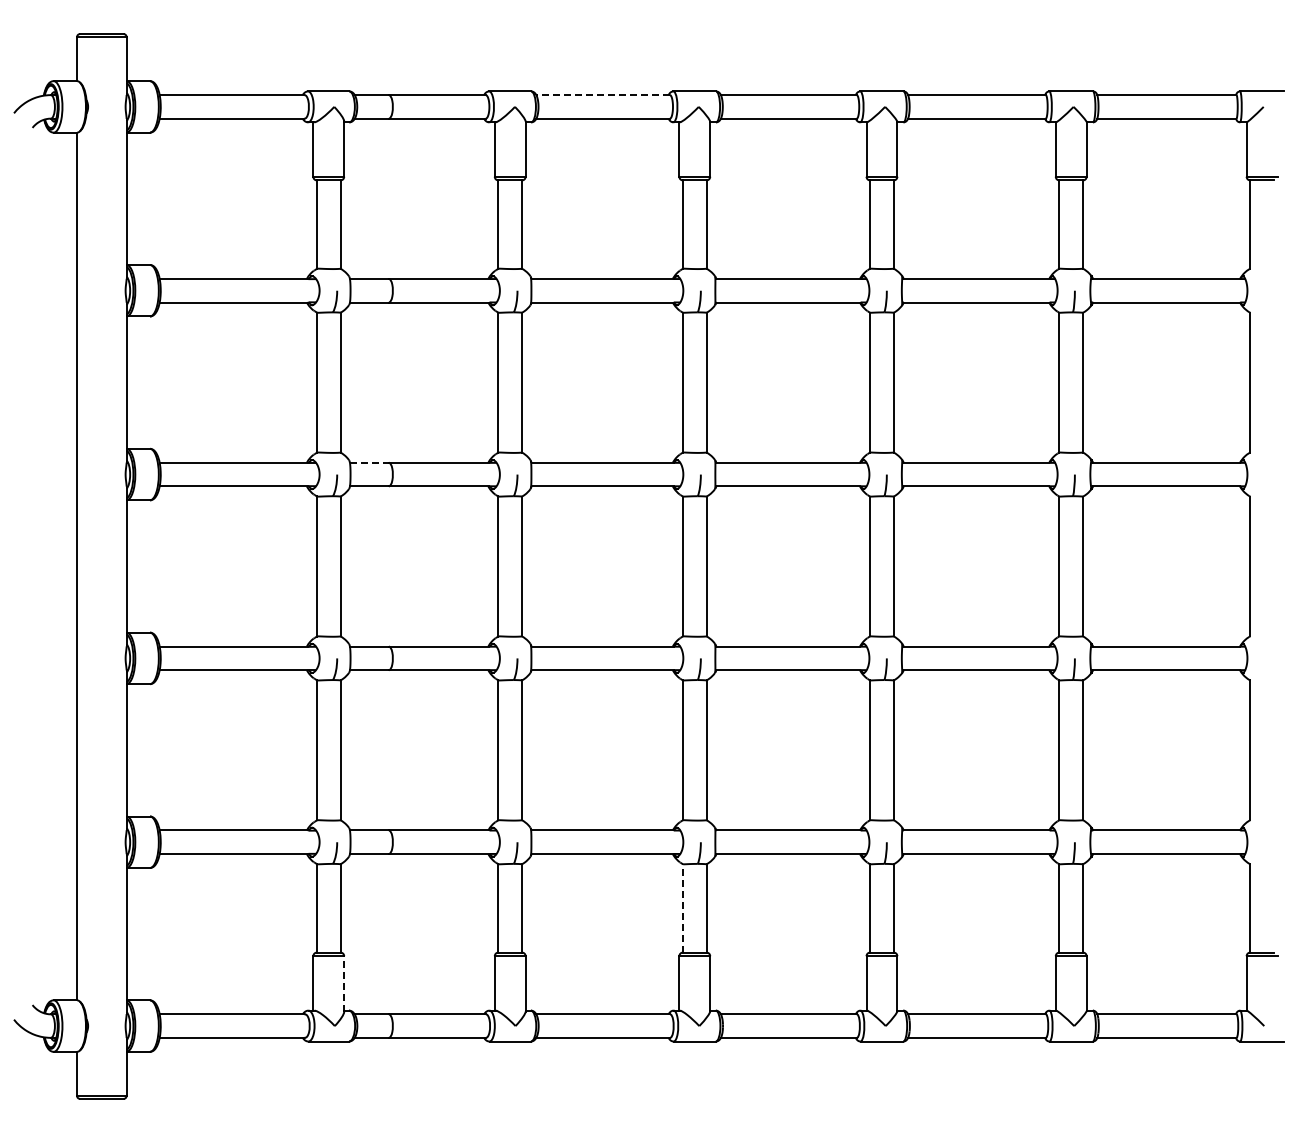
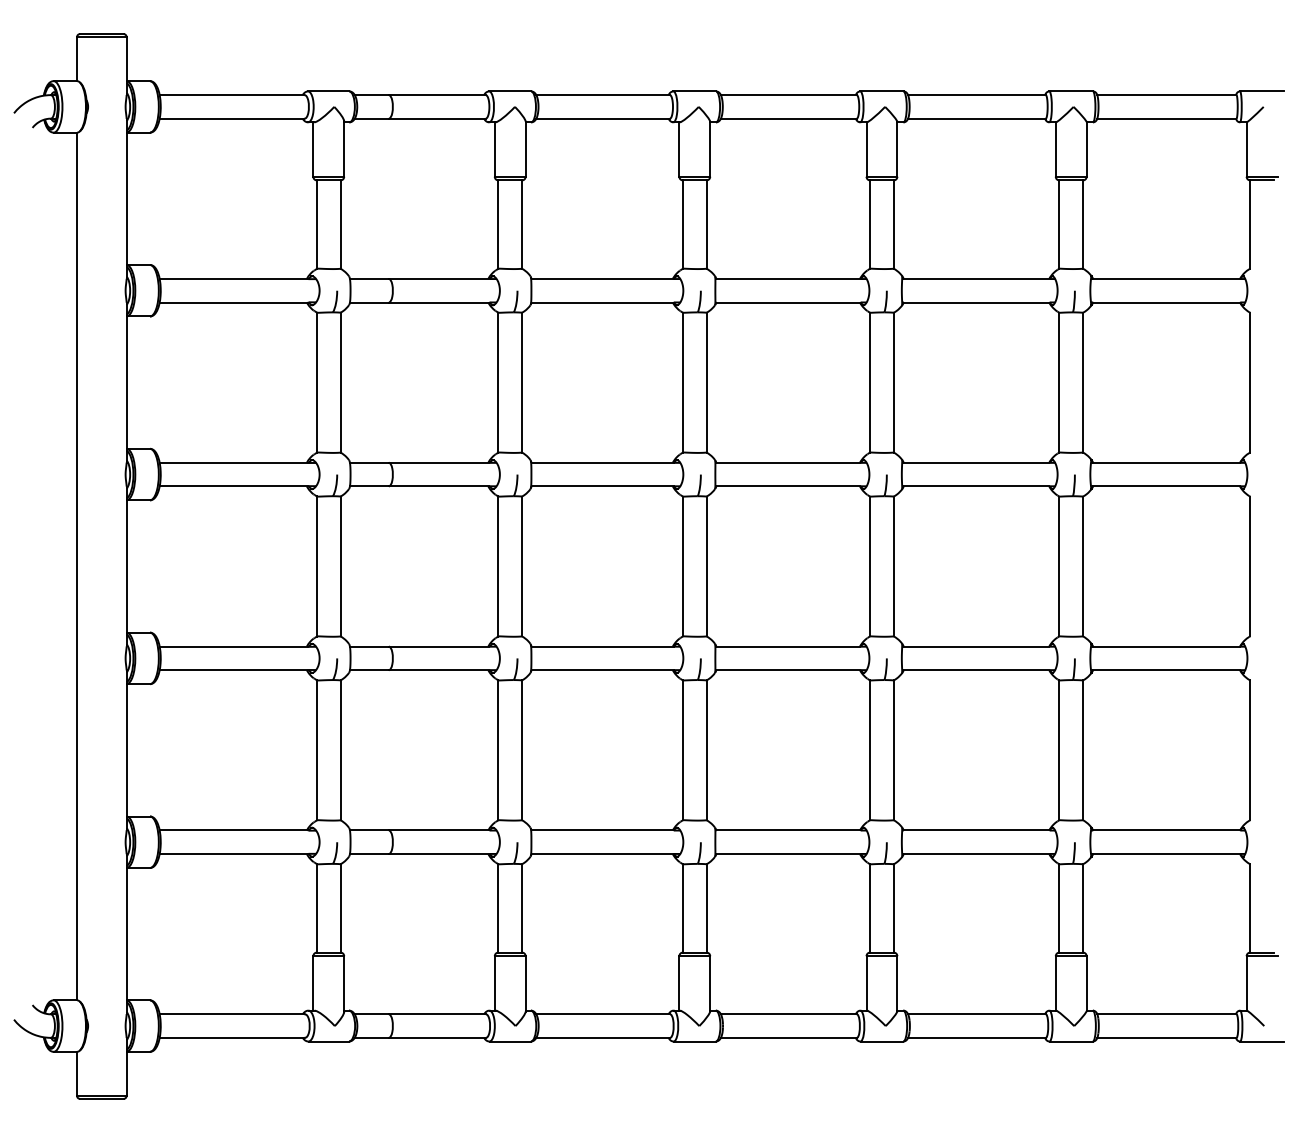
line at (603, 95): dashed -> solid
line at (369, 462): dashed -> solid
line at (683, 907): dashed -> solid
line at (344, 984): dashed -> solid
